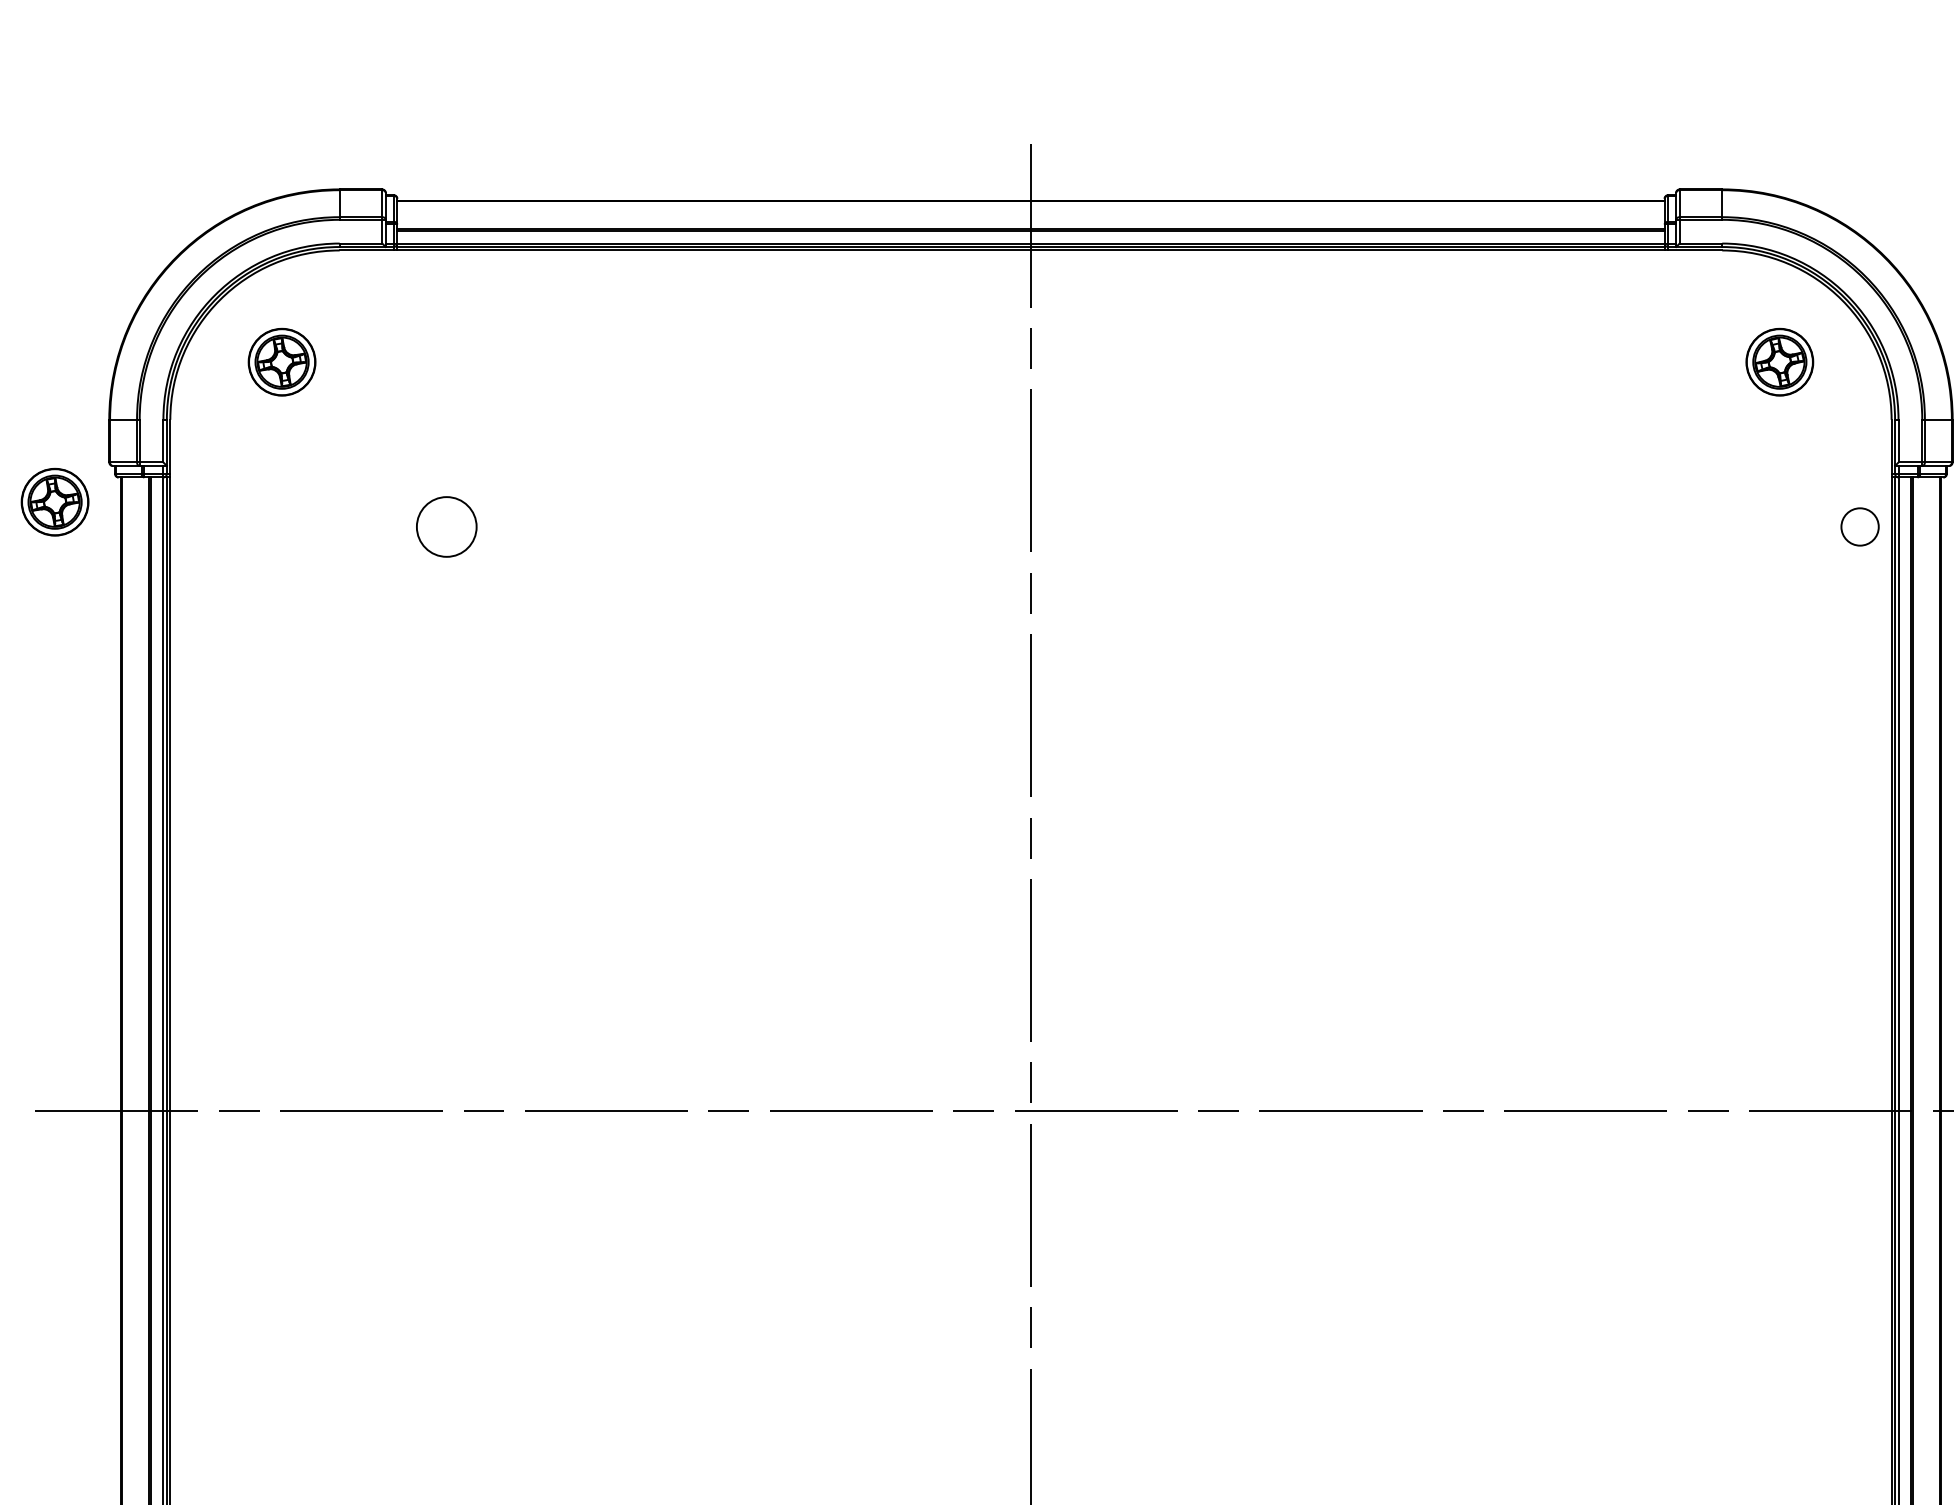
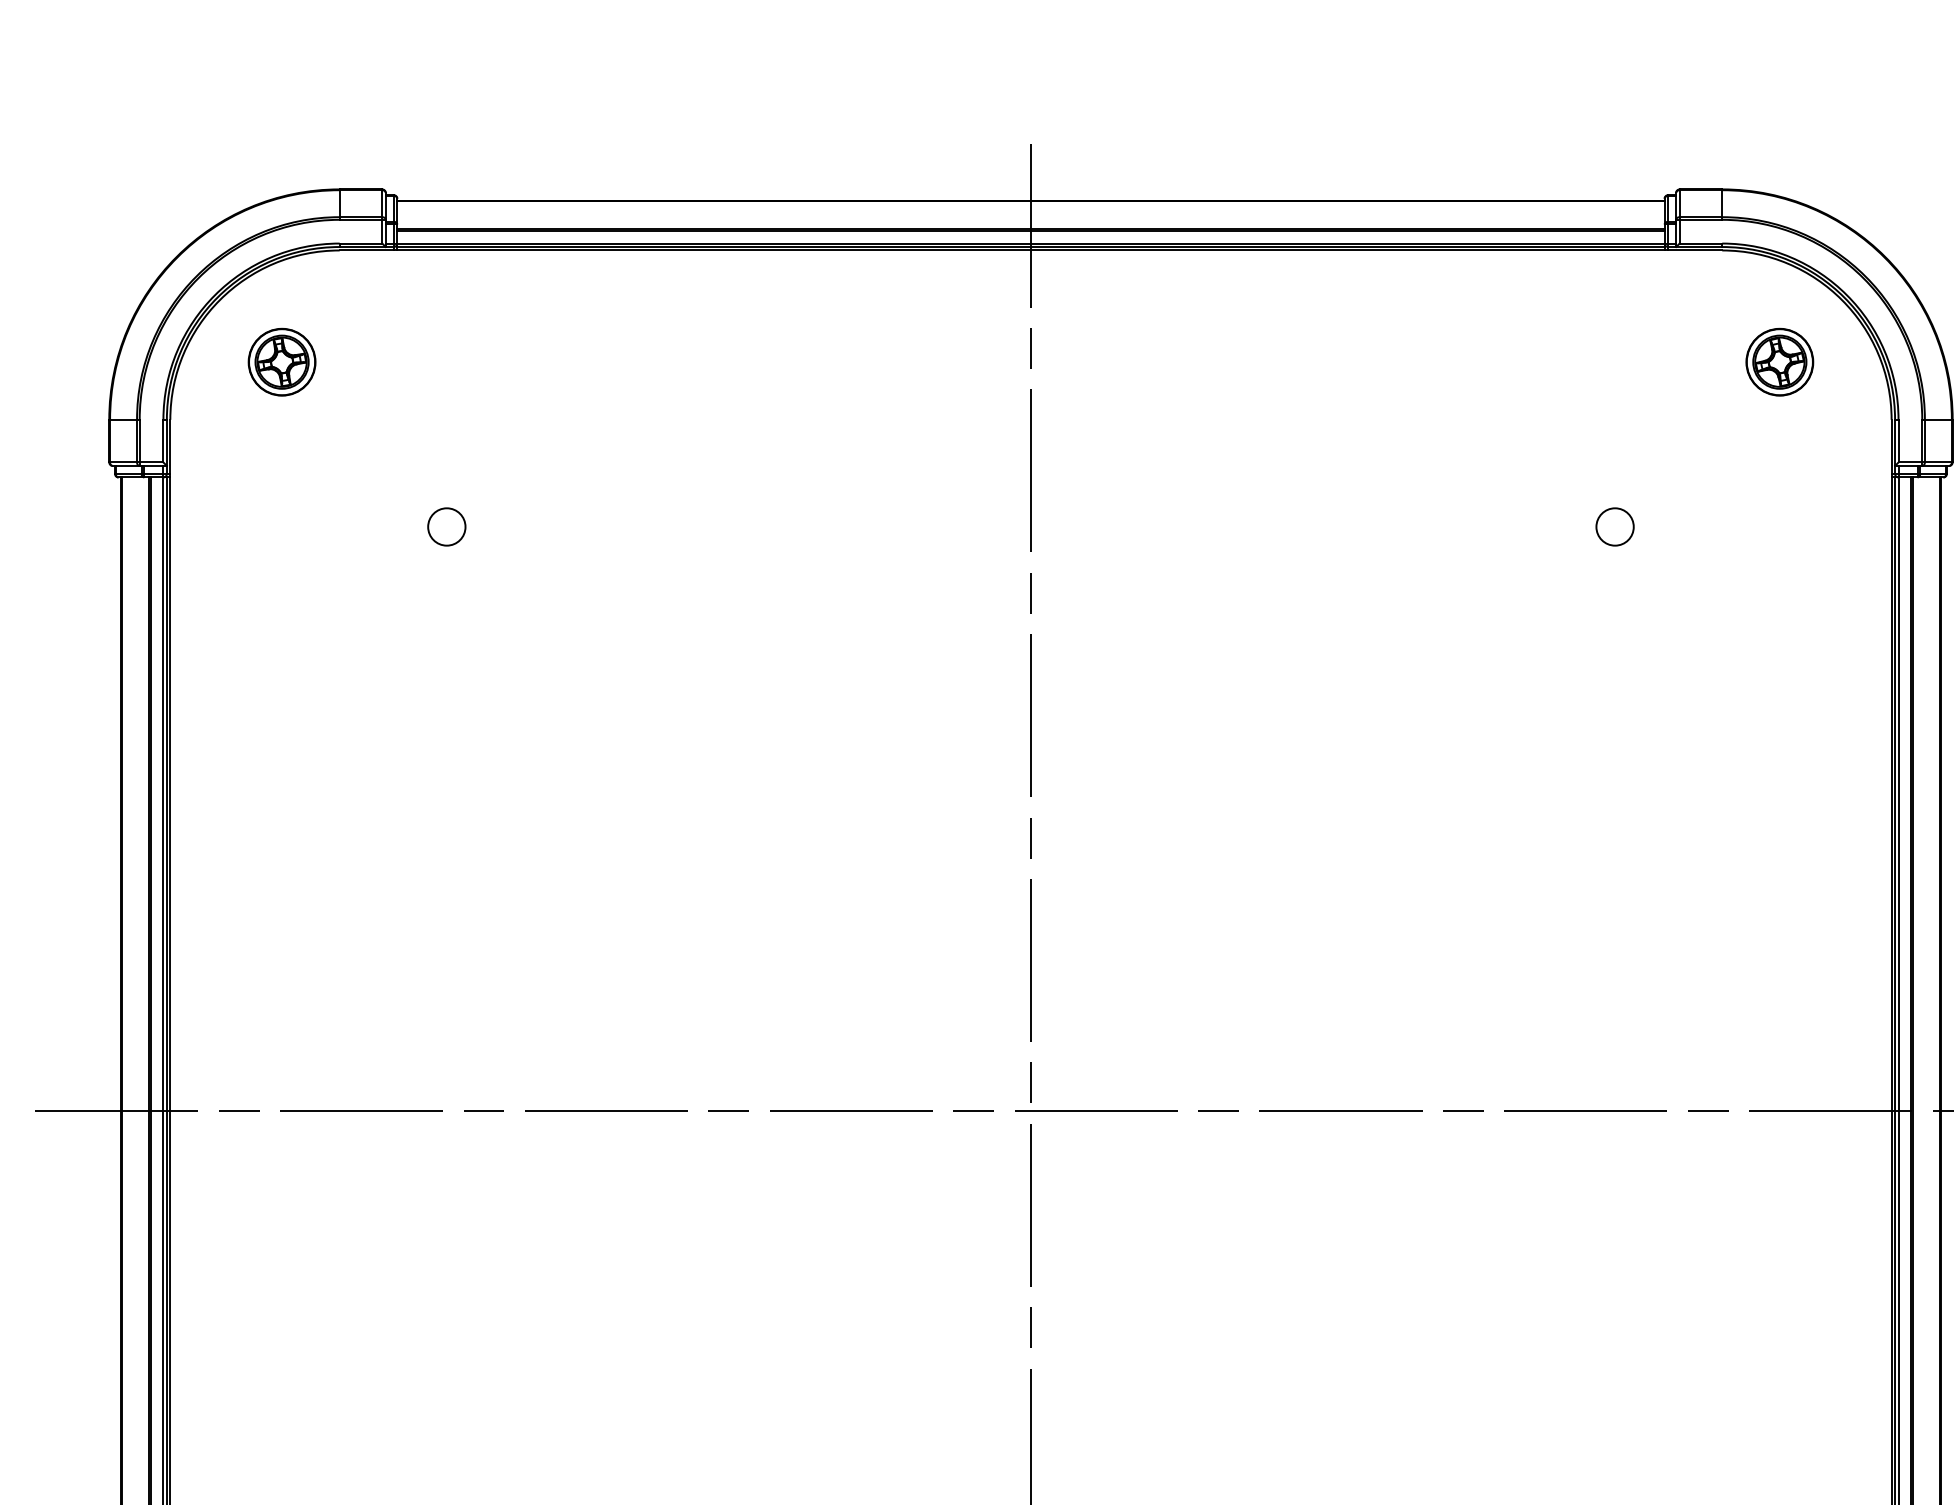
part at (54, 501): present -> none
circle at (446, 526) size: 62x62 px -> 40x40 px
circle at (1859, 526) position: (1859, 526) -> (1614, 526)
